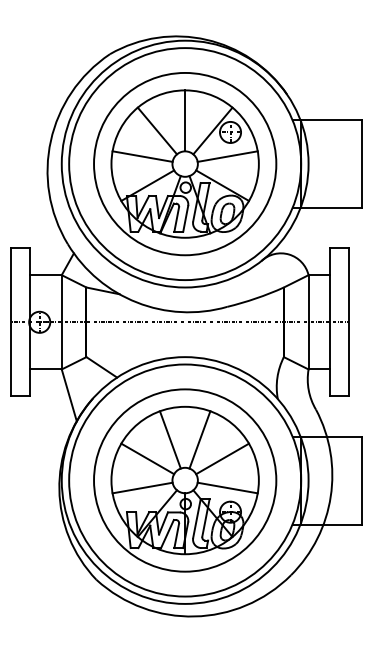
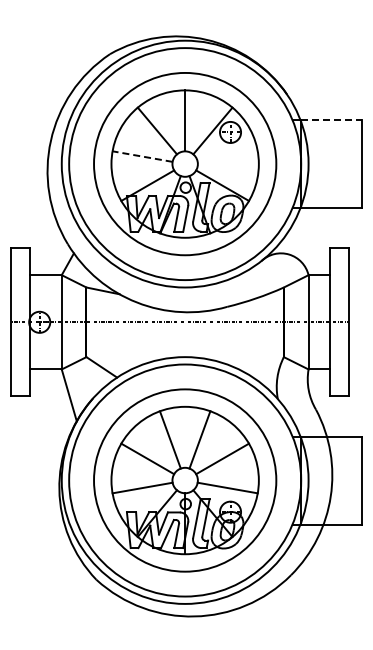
line at (332, 120): solid -> dashed
line at (142, 156): solid -> dashed
line at (227, 156): present -> none
